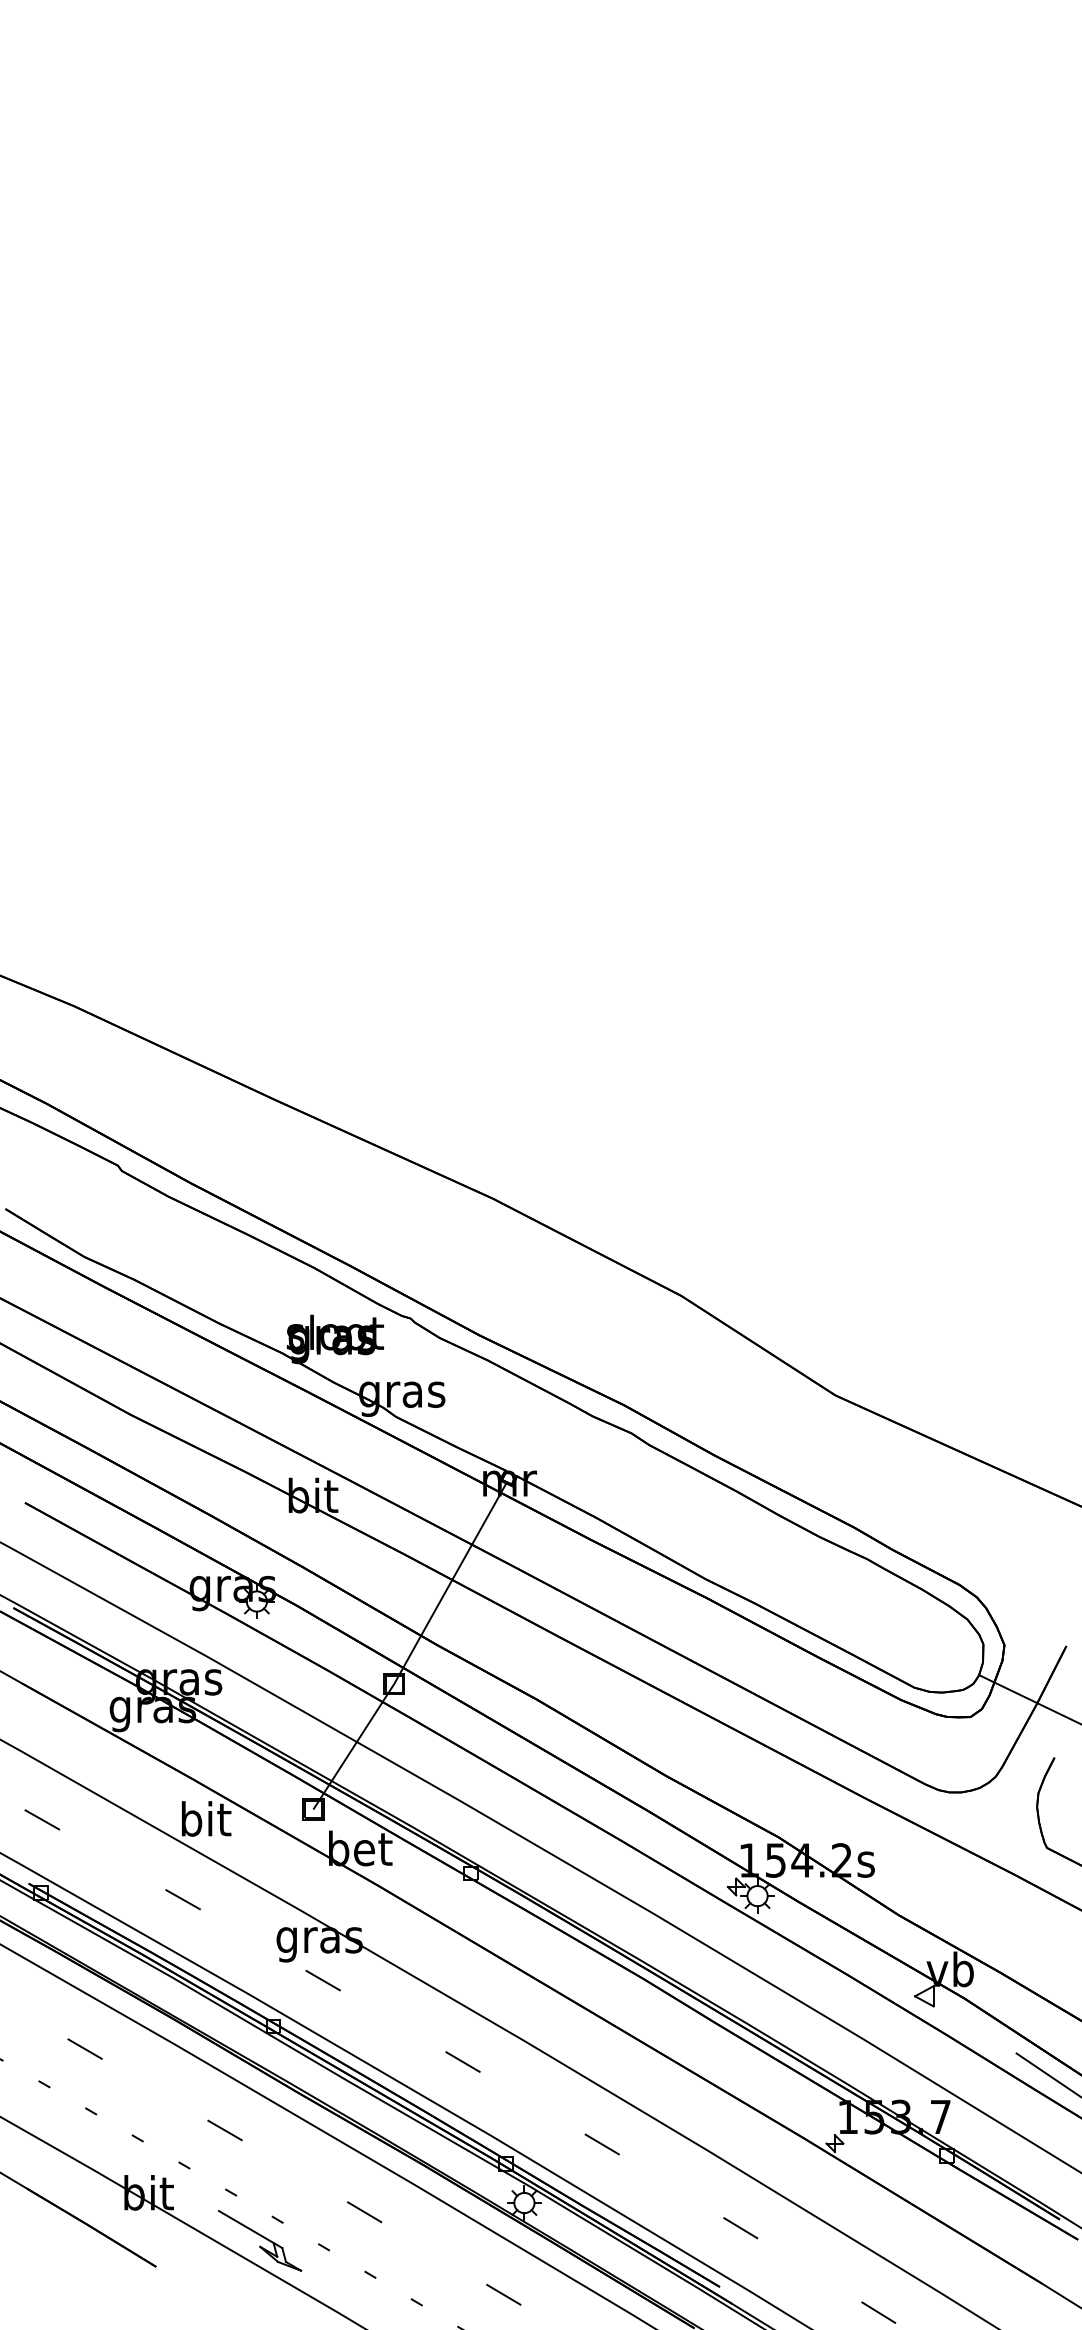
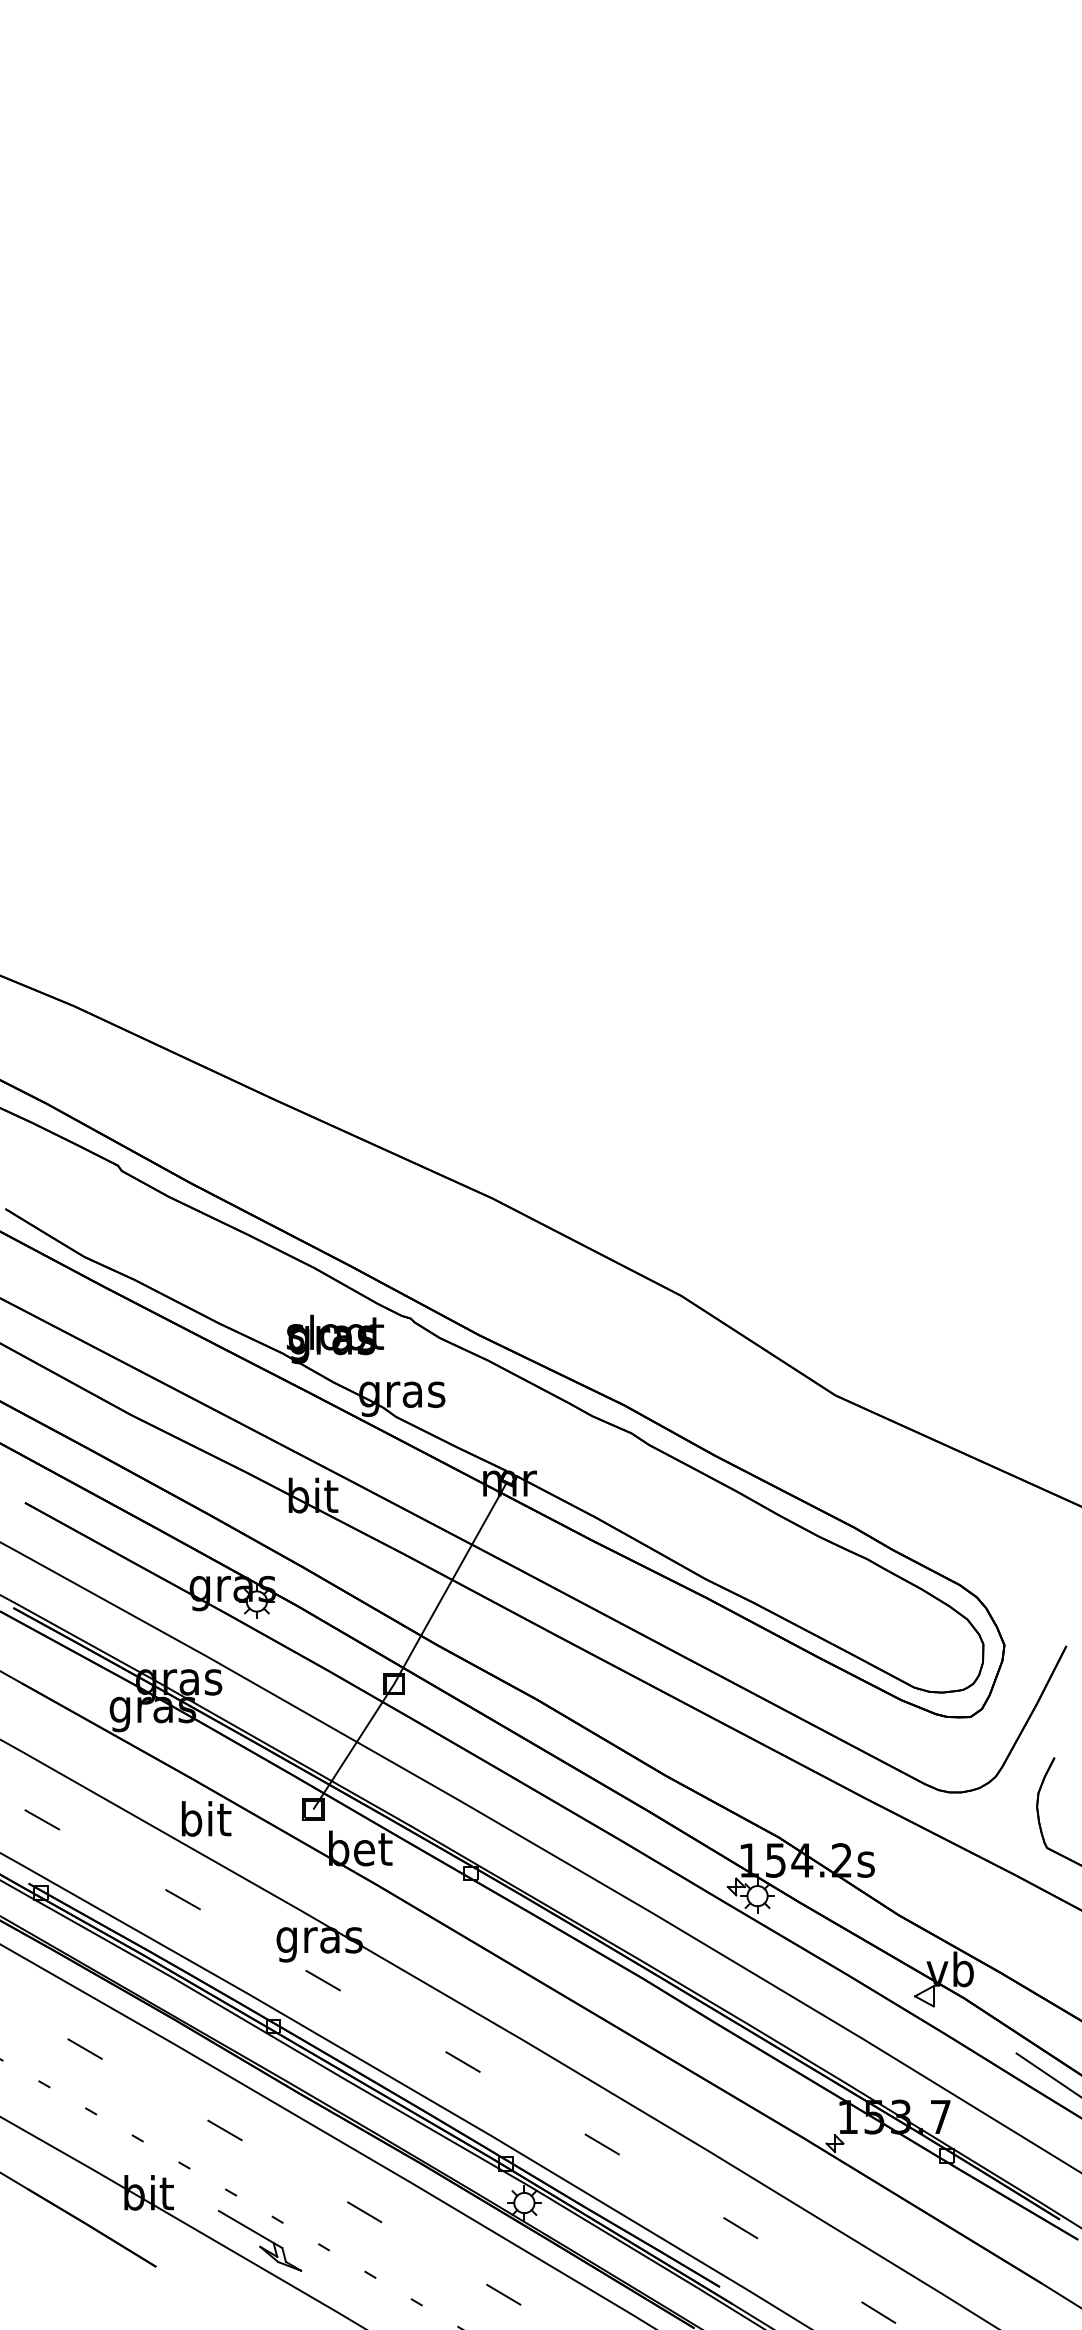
line at (1028, 1699): present -> none
